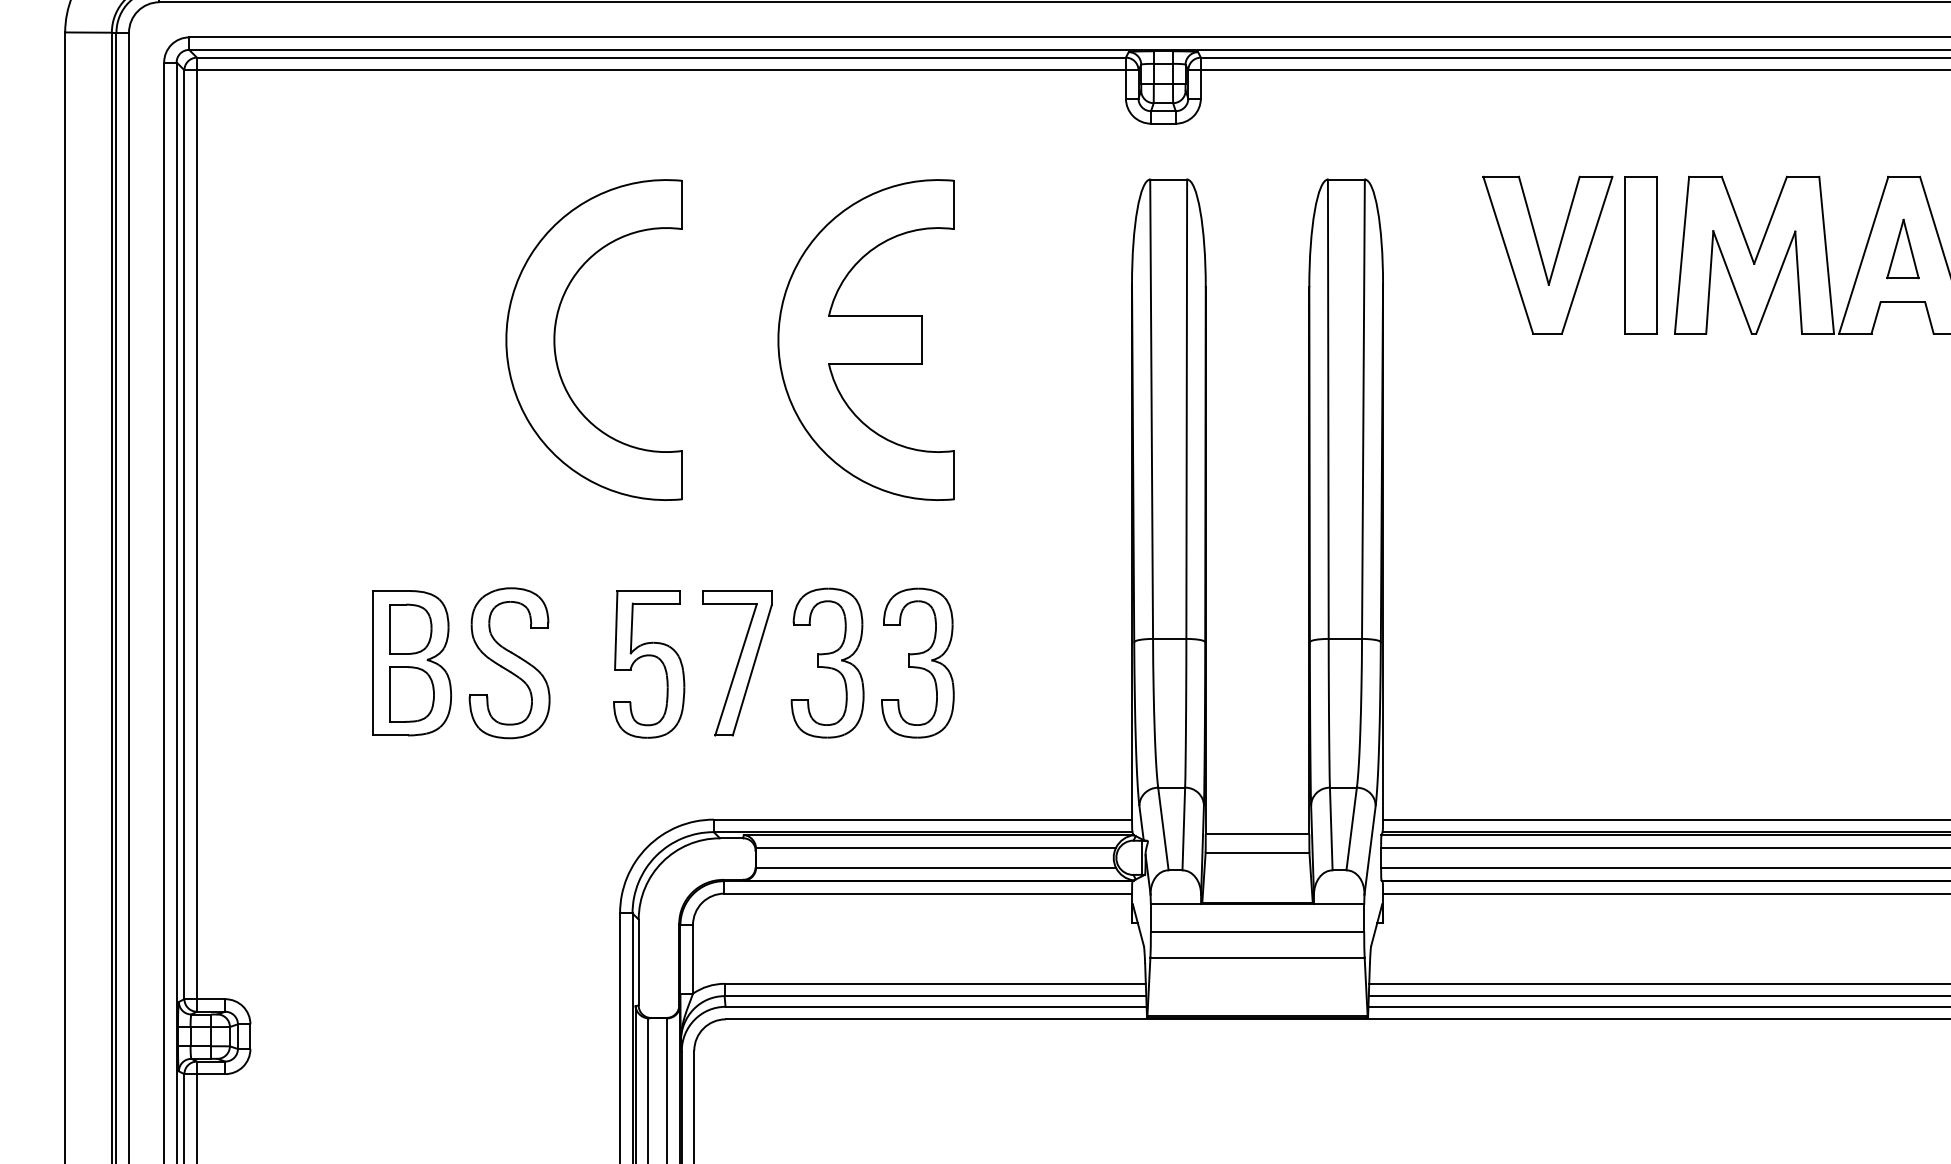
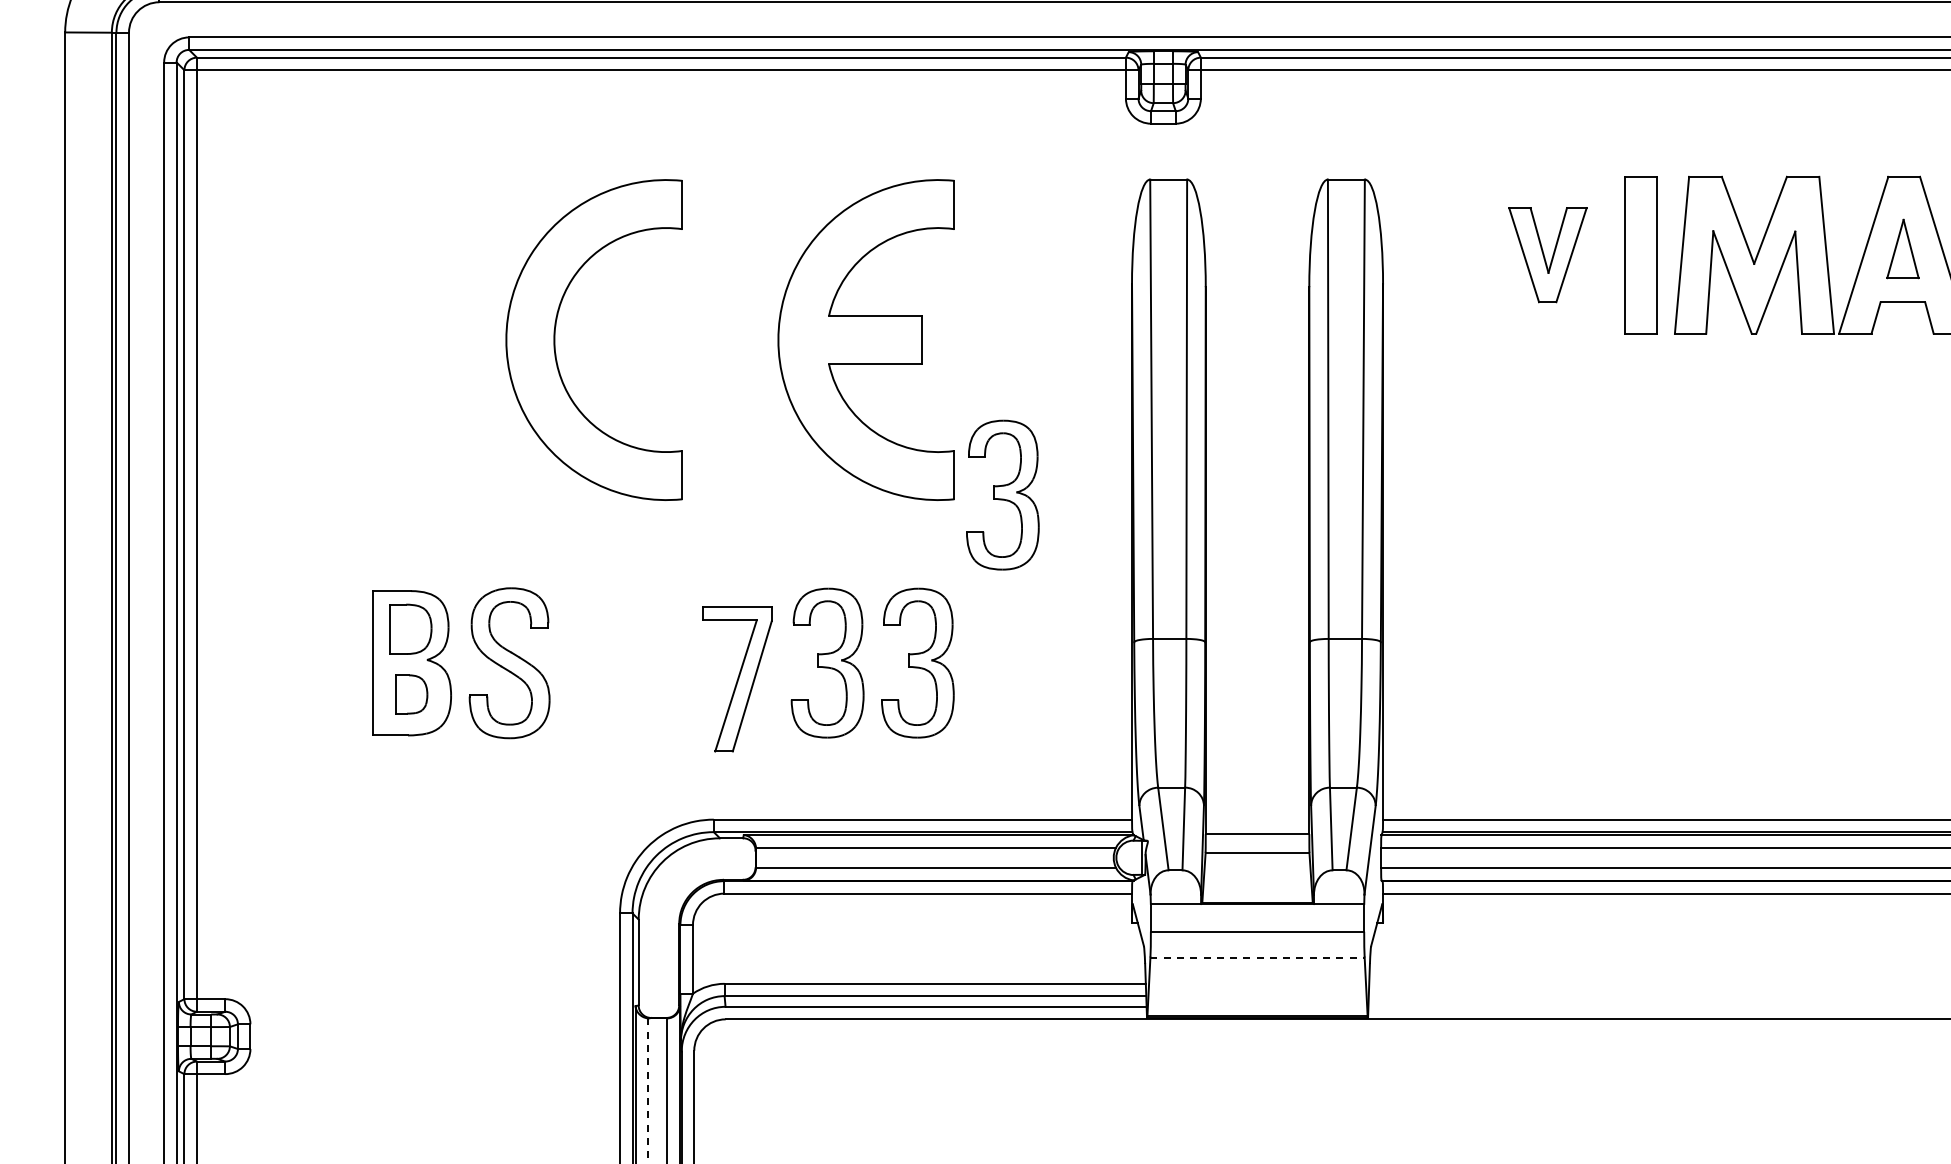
part at (1547, 254) size: 132x160 px -> 80x97 px
part at (1002, 494): none -> present
part at (649, 656): present -> none
part at (737, 663) position: (737, 663) -> (737, 679)
part at (411, 694) size: 46x57 px -> 34x41 px
line at (1258, 957): solid -> dashed
line at (1658, 983): present -> none
line at (1657, 996): present -> none
line at (1657, 1006): present -> none
line at (648, 1091): solid -> dashed
